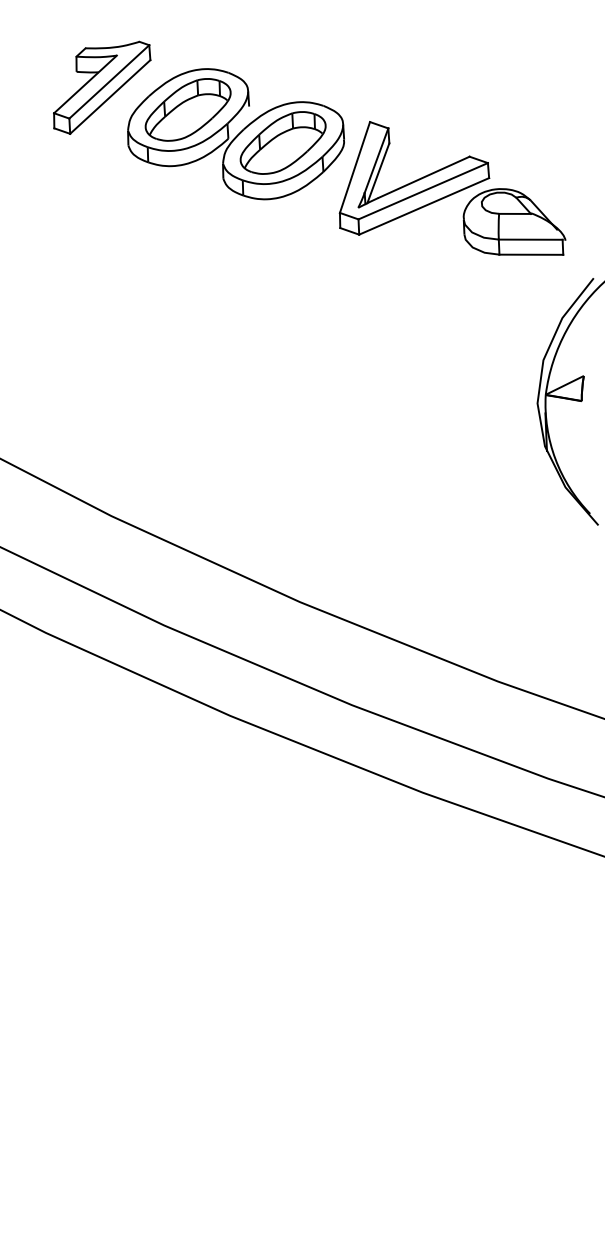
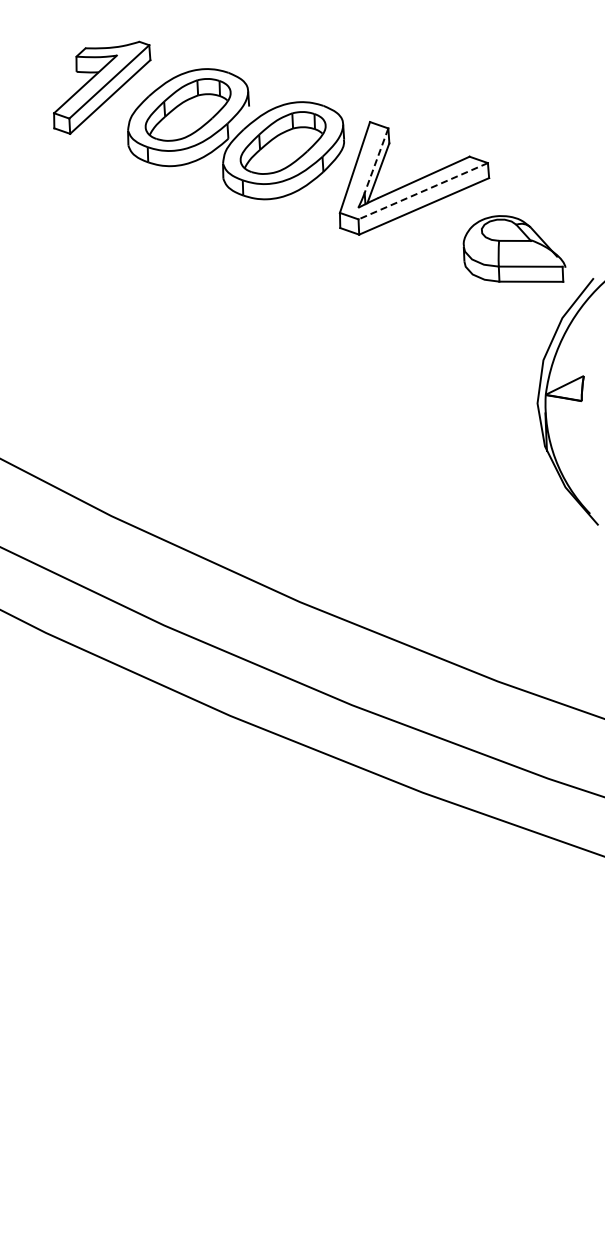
line at (376, 161): solid -> dashed
line at (423, 191): solid -> dashed
part at (514, 221) position: (514, 221) -> (514, 248)
